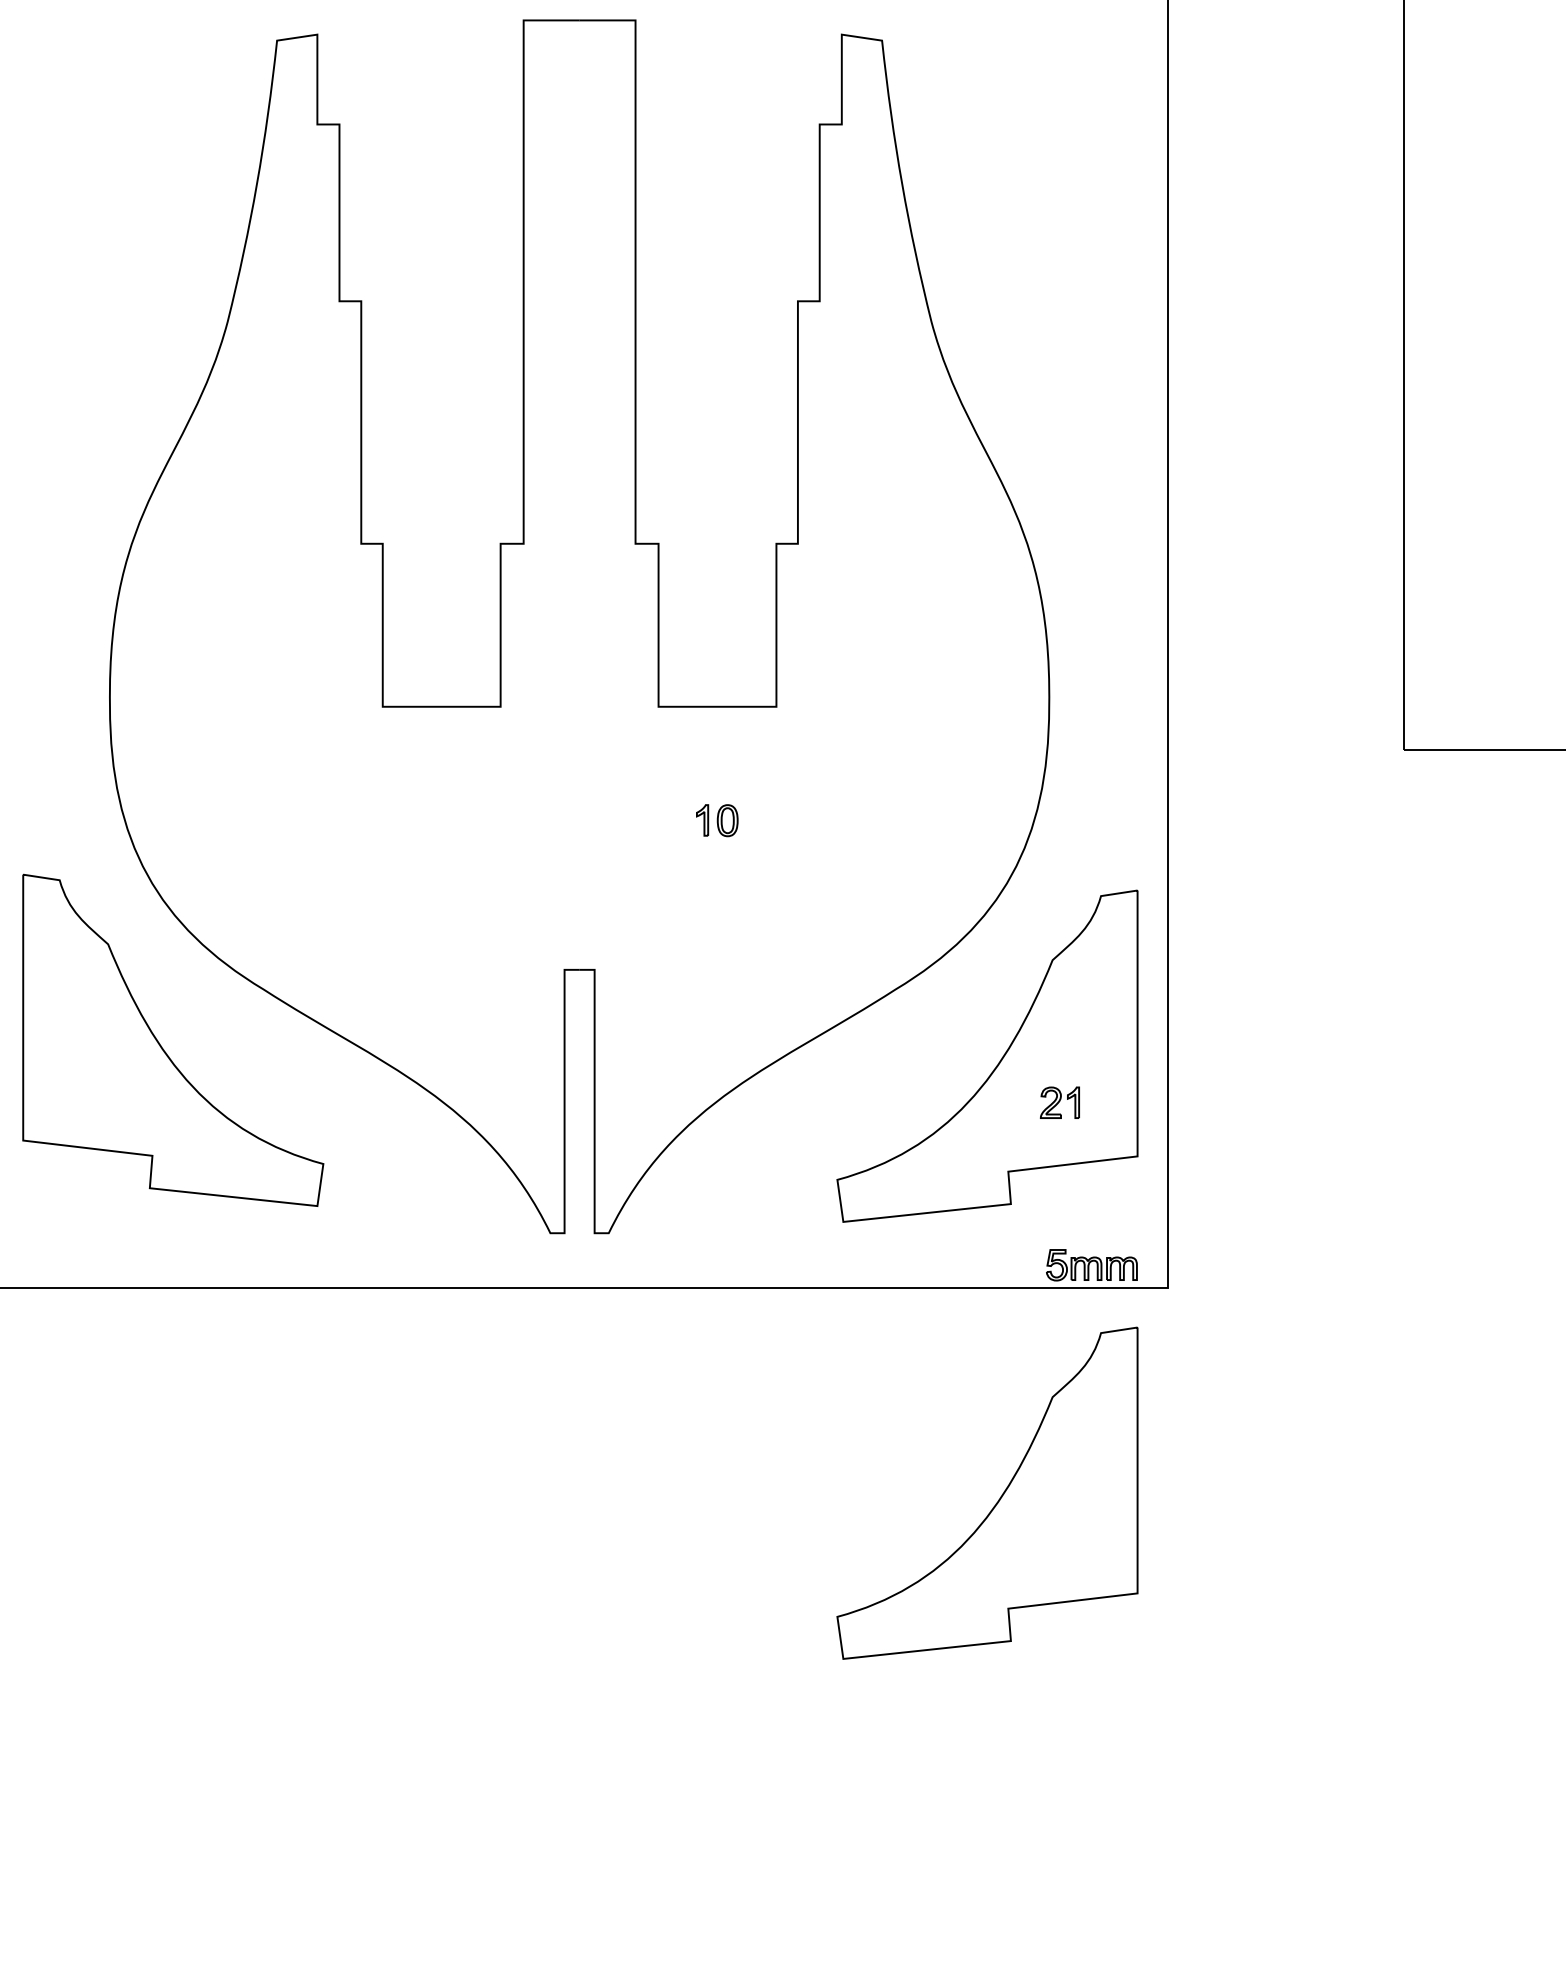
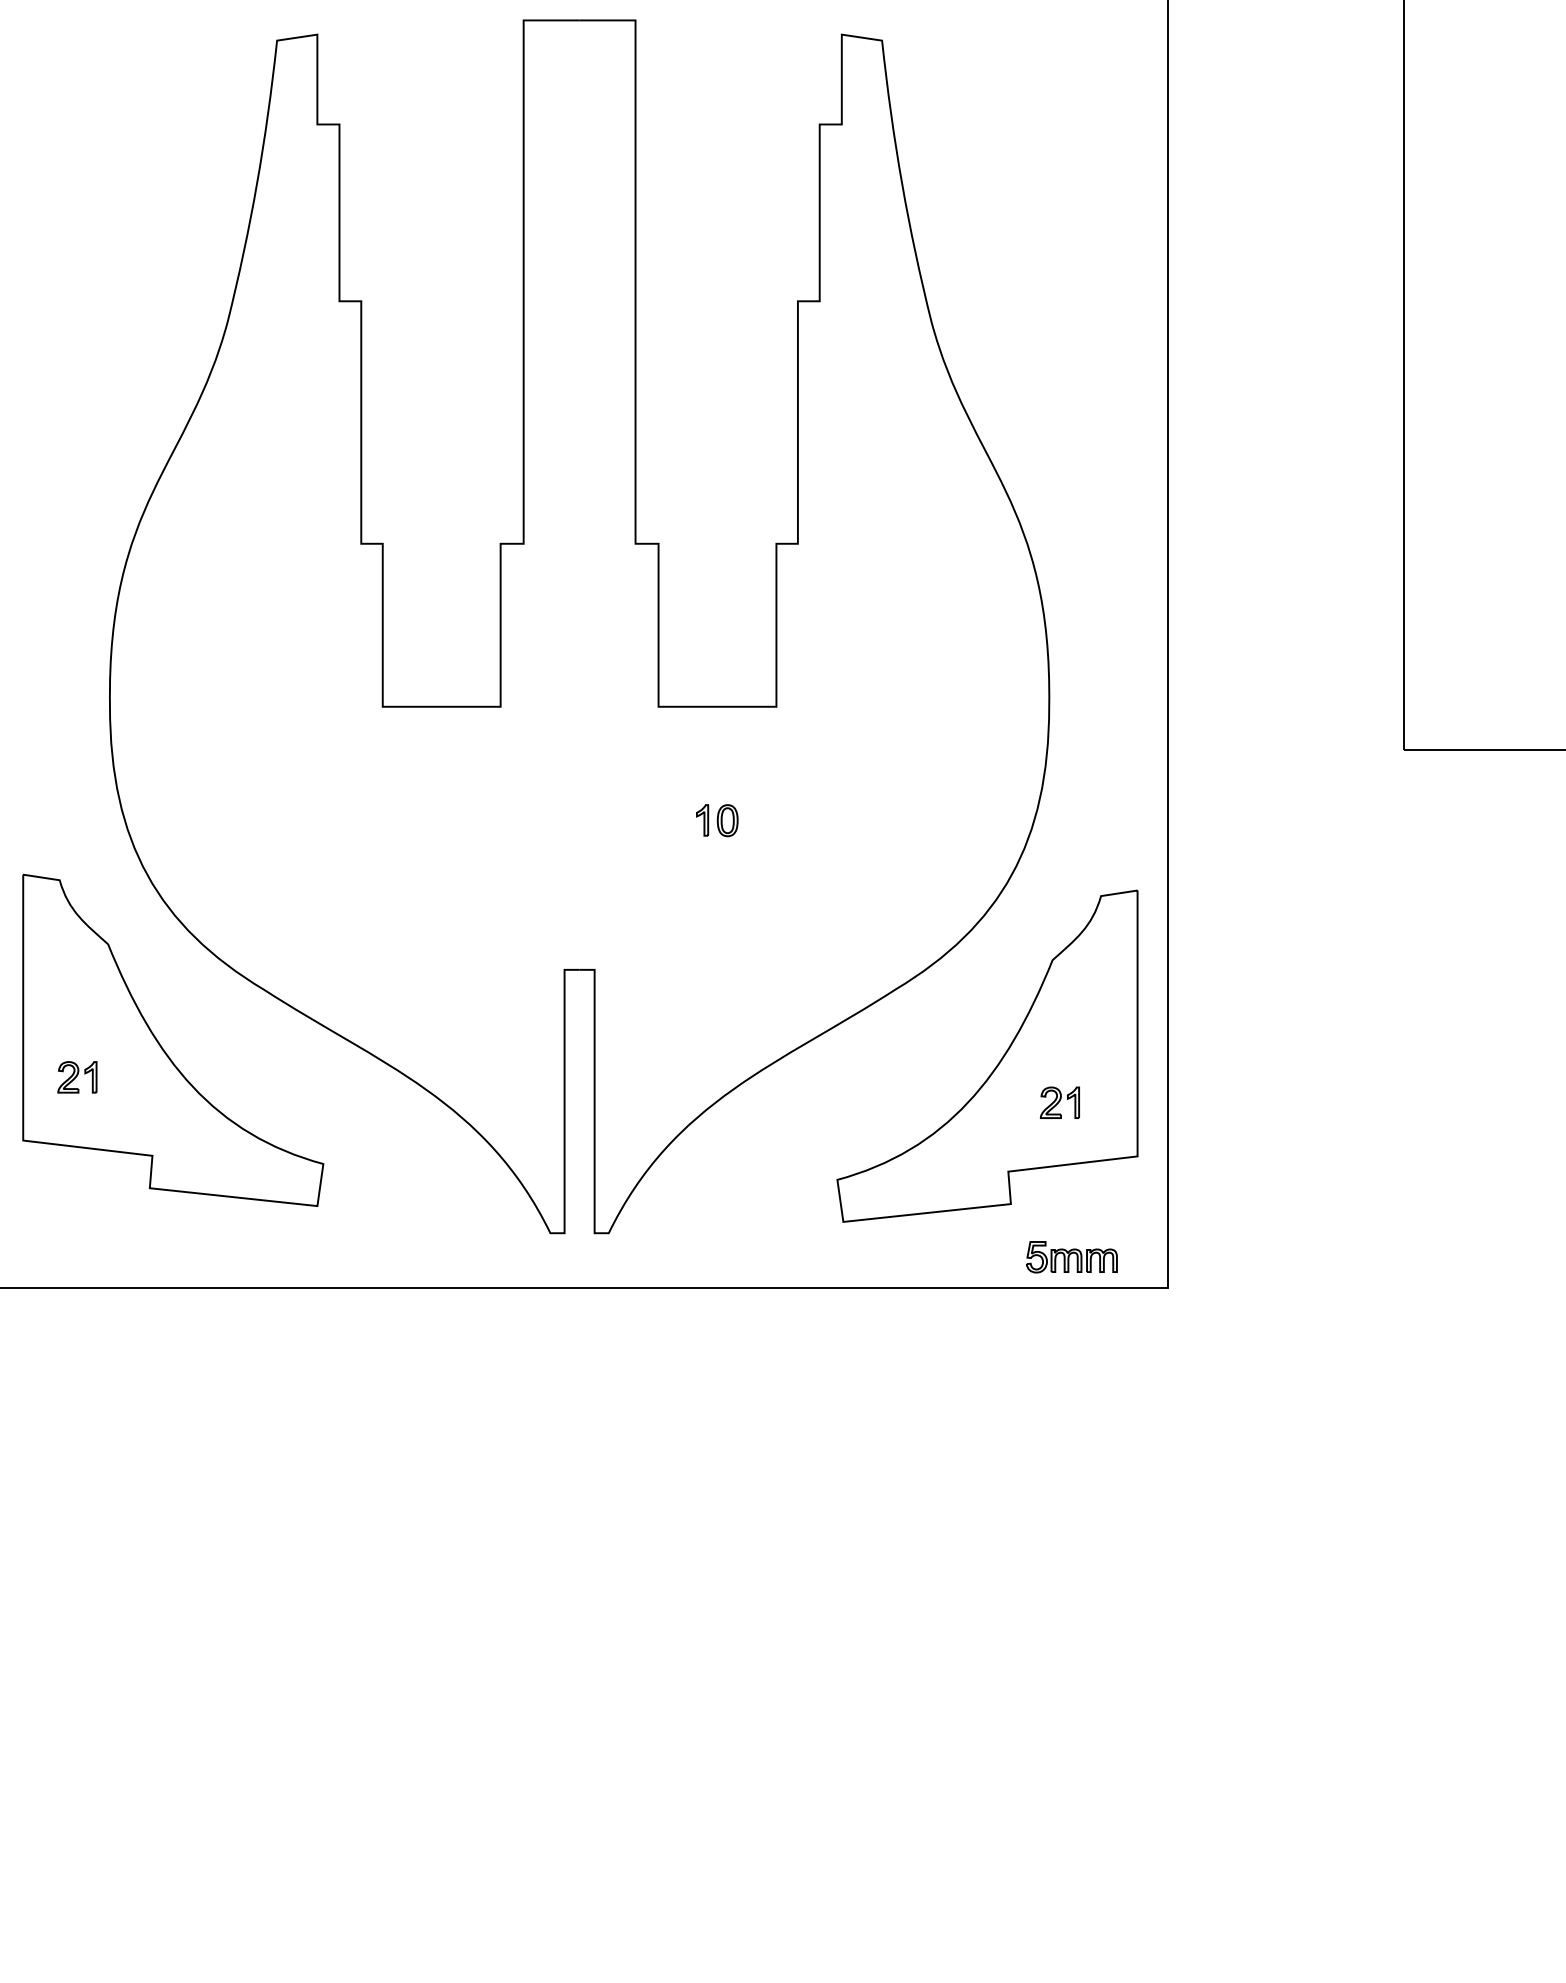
part at (77, 1077): none -> present
part at (1091, 1265) position: (1091, 1265) -> (1071, 1257)
part at (998, 1499): present -> none
